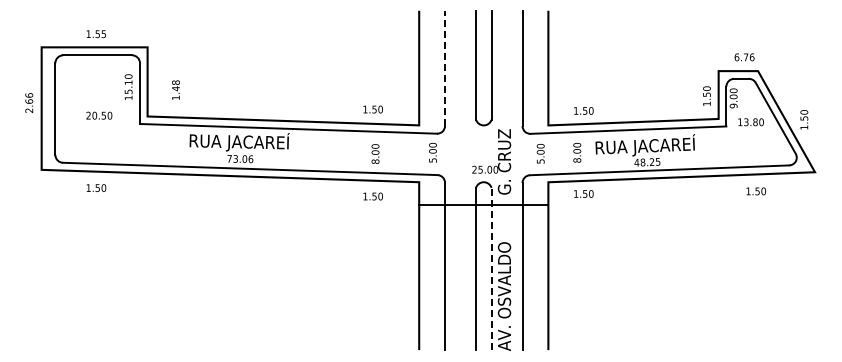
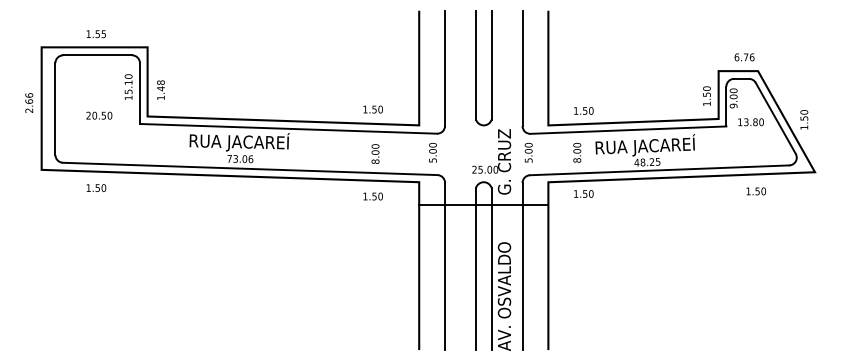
line at (445, 68): dashed -> solid
text at (175, 89) position: (175, 89) -> (160, 89)
text at (540, 153) position: (540, 153) -> (528, 152)
line at (491, 268): dashed -> solid
